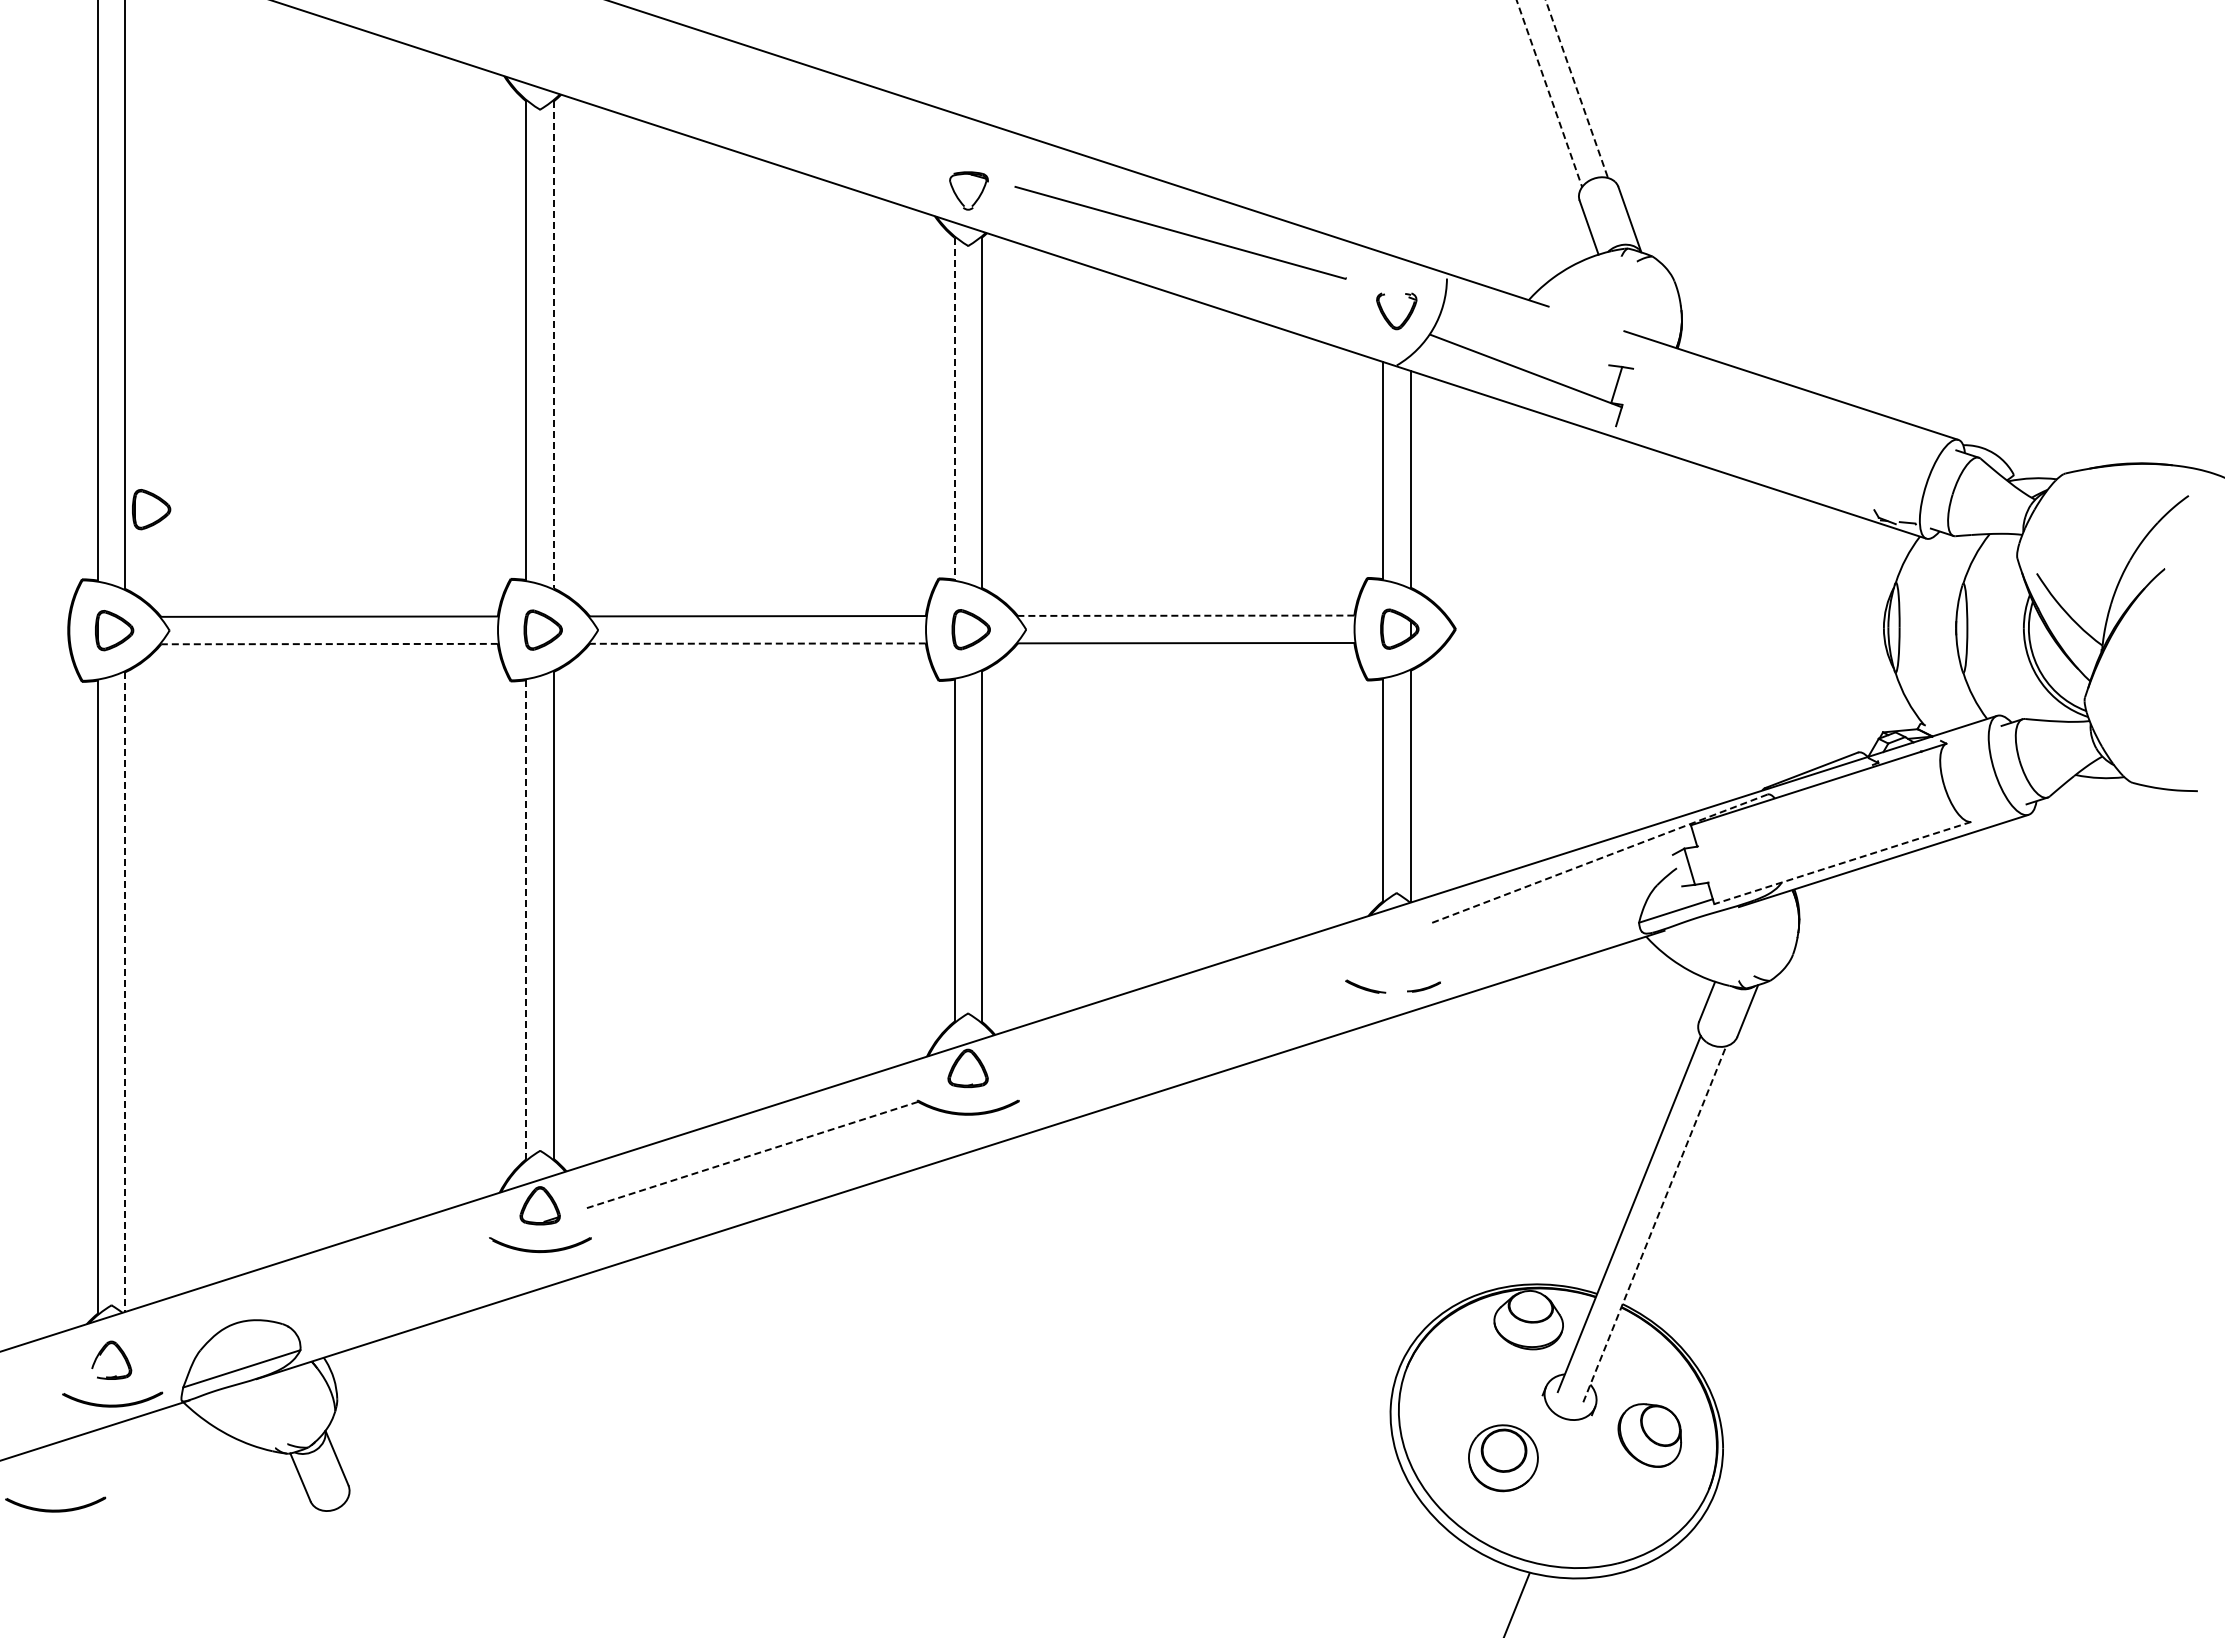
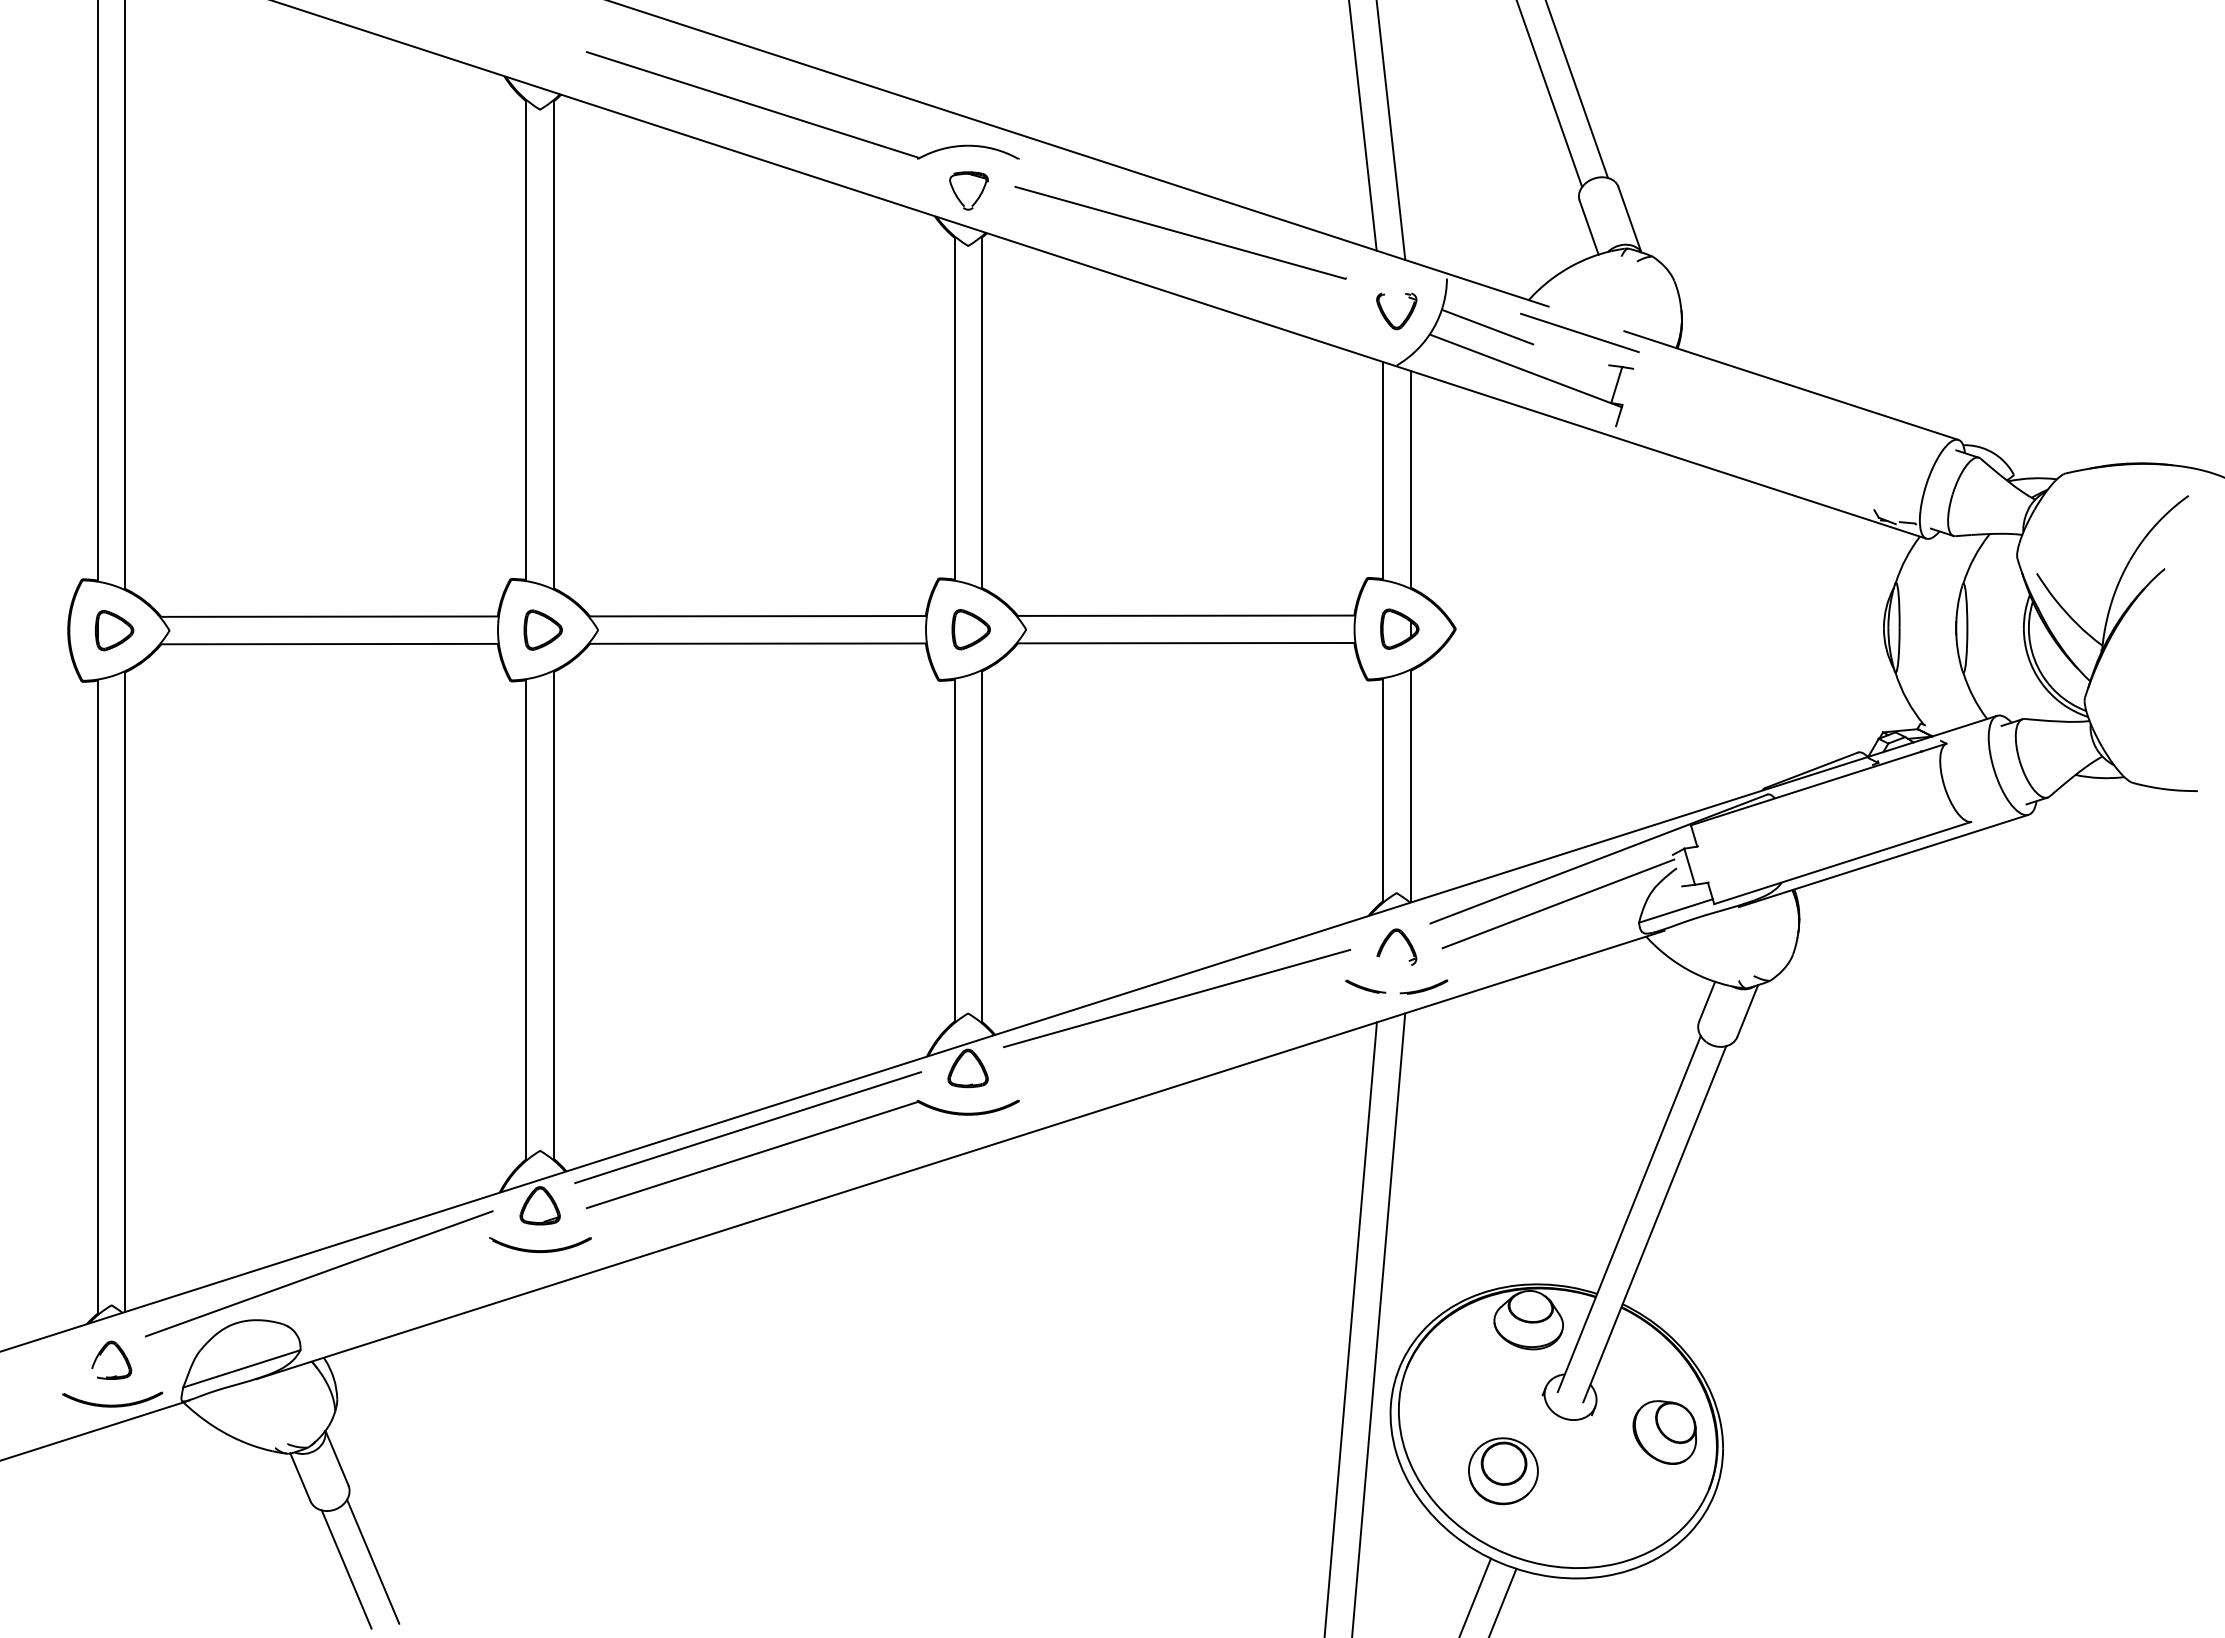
line at (1576, 89): dashed -> solid
line at (1549, 93): dashed -> solid
part at (799, 118): none -> present
line at (1362, 126): none -> present
line at (1390, 130): none -> present
line at (1487, 327): none -> present
line at (1579, 332): none -> present
line at (553, 345): dashed -> solid
line at (954, 408): dashed -> solid
part at (151, 509): present -> none
line at (1185, 615): dashed -> solid
line at (757, 643): dashed -> solid
line at (329, 644): dashed -> solid
line at (1598, 859): dashed -> solid
line at (1842, 863): dashed -> solid
line at (1558, 903): none -> present
line at (526, 920): dashed -> solid
part at (1389, 938): none -> present
part at (1423, 986) size: 34x12 px -> 50x16 px
line at (125, 992): dashed -> solid
line at (1177, 998): none -> present
line at (748, 1127): none -> present
line at (752, 1155): dashed -> solid
line at (1654, 1224): dashed -> solid
line at (318, 1273): none -> present
line at (1378, 1323): none -> present
line at (1350, 1328): none -> present
part at (1649, 1435) position: (1649, 1435) -> (1664, 1432)
part at (1503, 1458) position: (1503, 1458) -> (1503, 1471)
part at (55, 1504): present -> none
line at (373, 1561): none -> present
line at (346, 1569): none -> present
line at (1475, 1596): none -> present
line at (1517, 1603) position: (1517, 1603) -> (1502, 1601)
